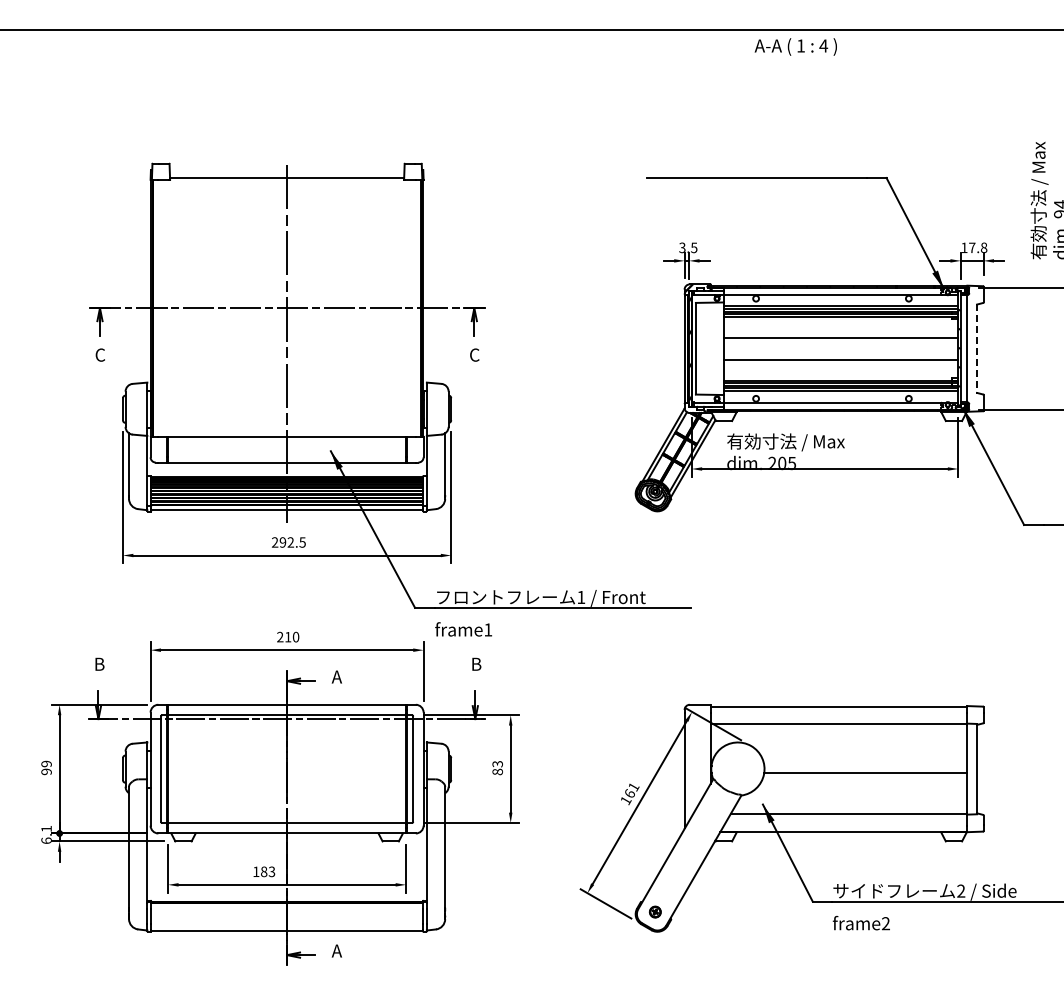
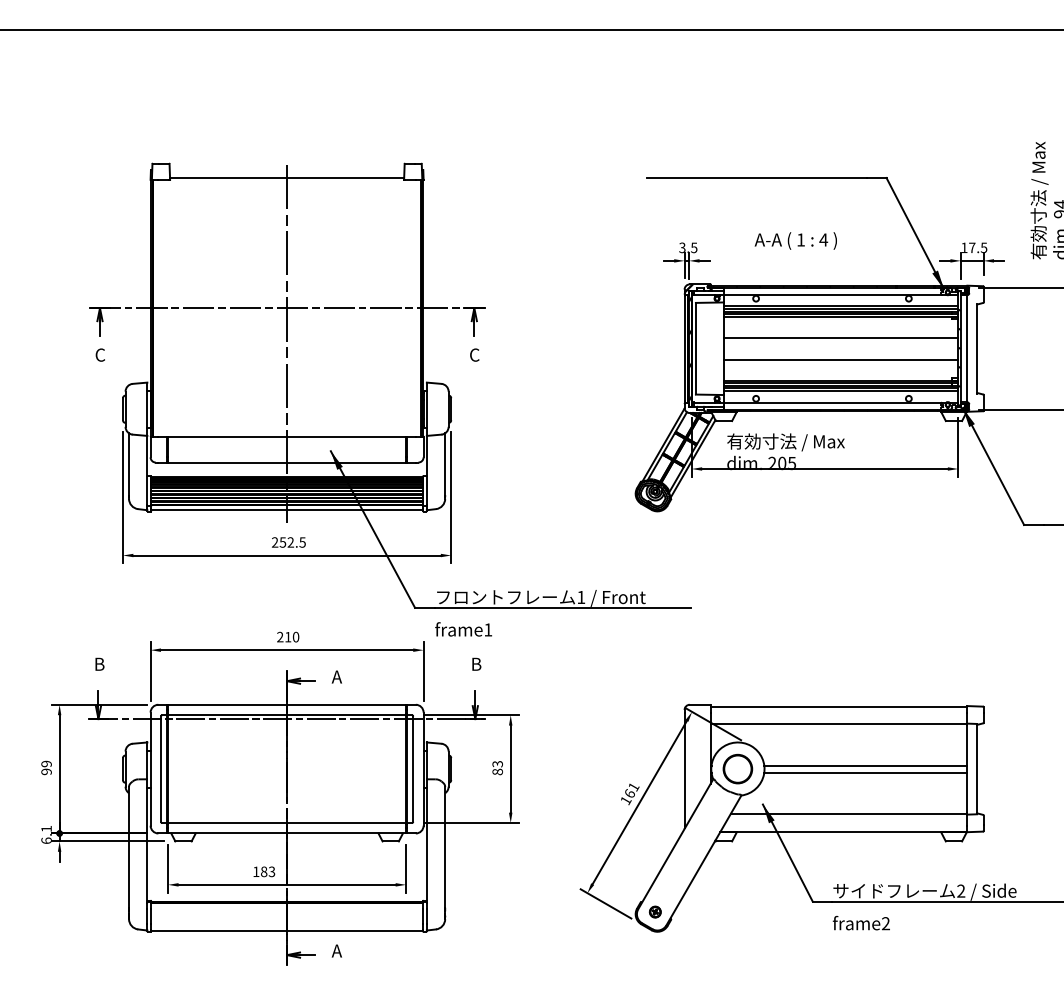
text at (795, 46) position: (795, 46) -> (795, 240)
text at (983, 247): 17.8 -> 17.5
line at (977, 348): dashed -> solid
text at (282, 542): 292.5 -> 252.5
line at (865, 765): none -> present
part at (737, 769): none -> present
